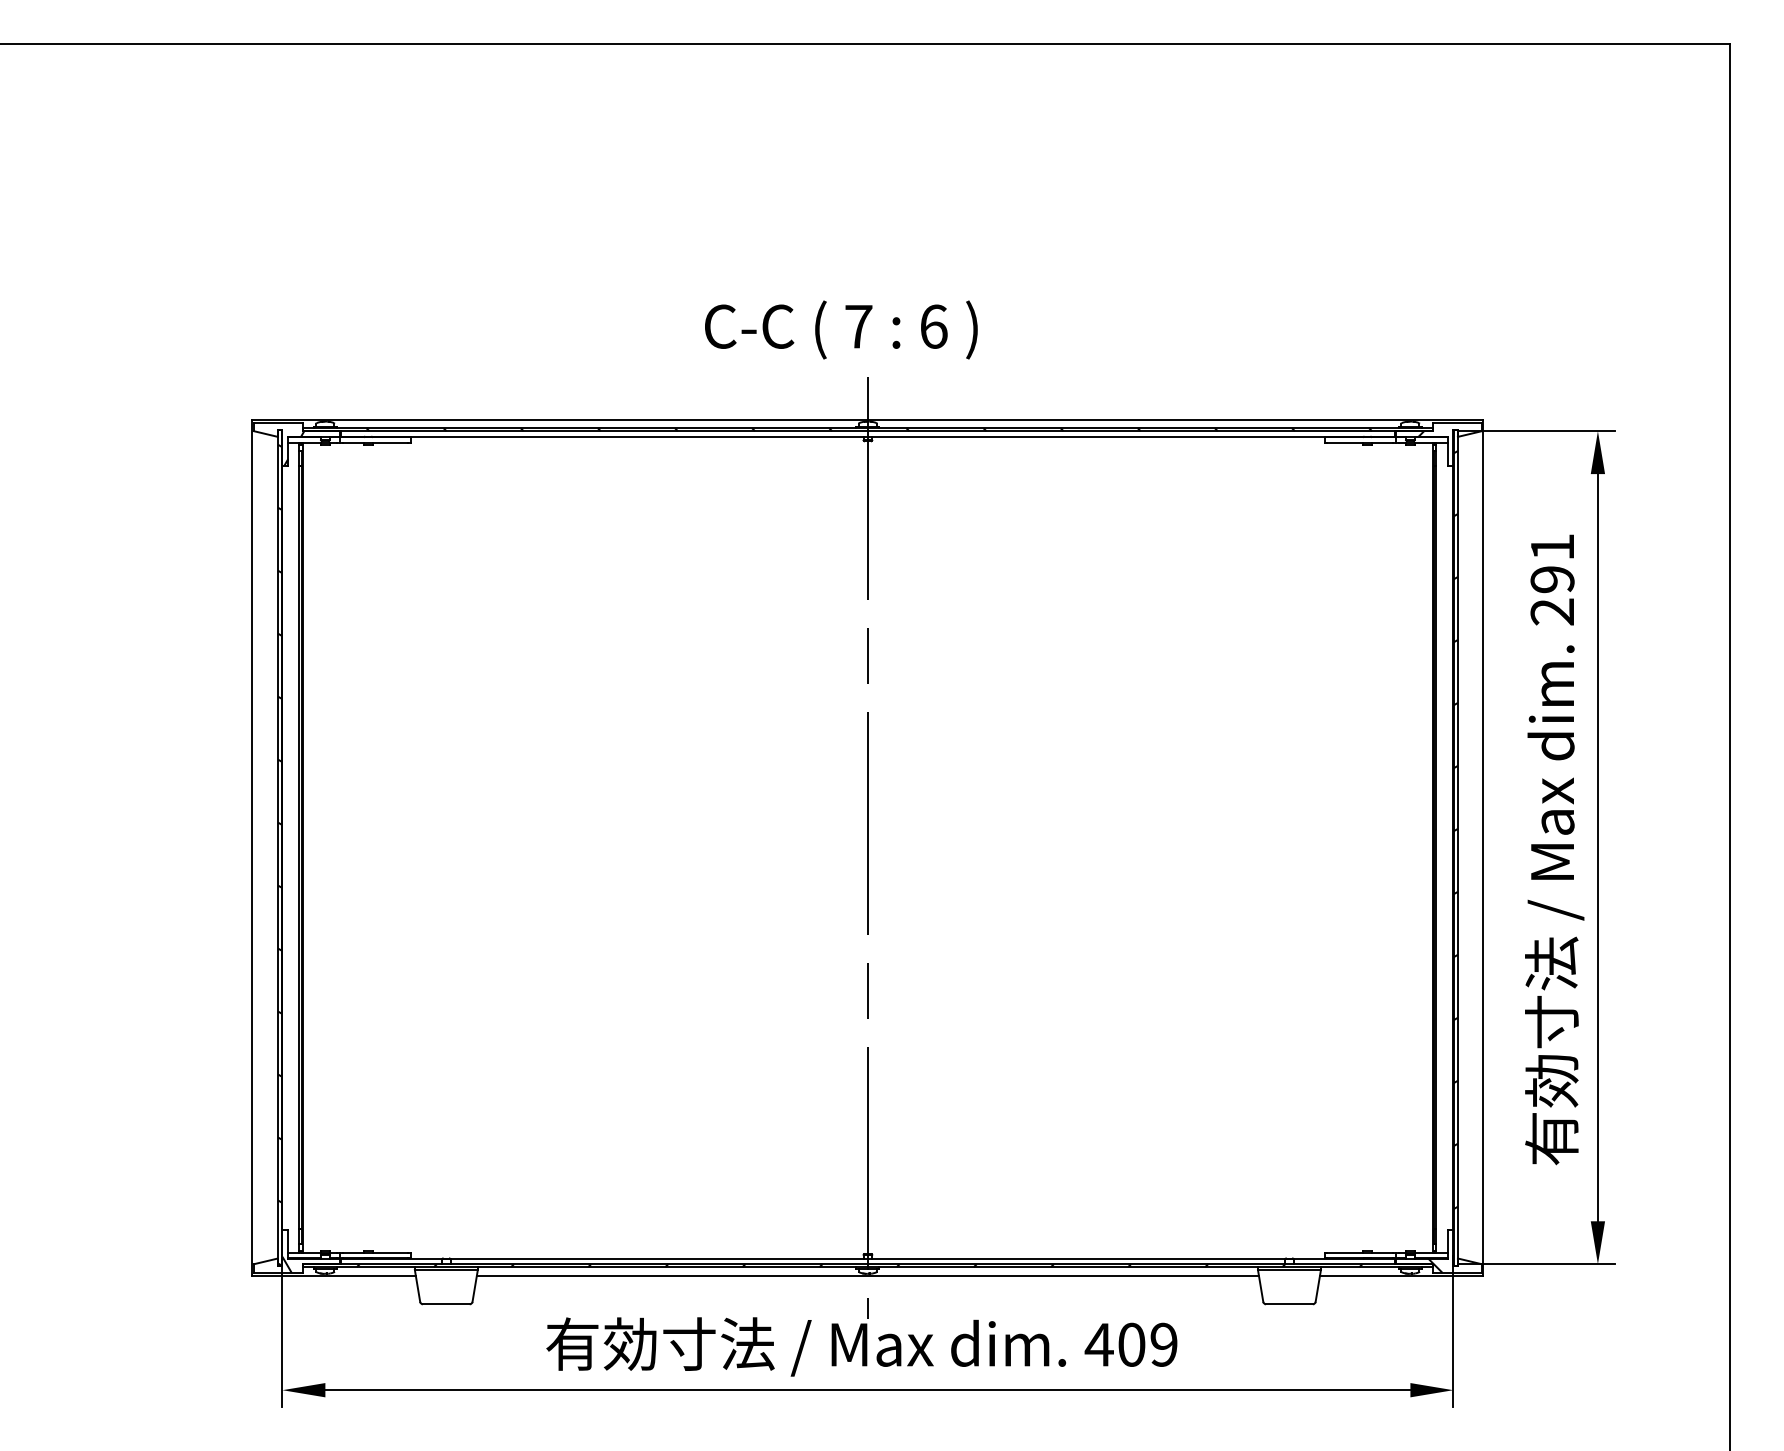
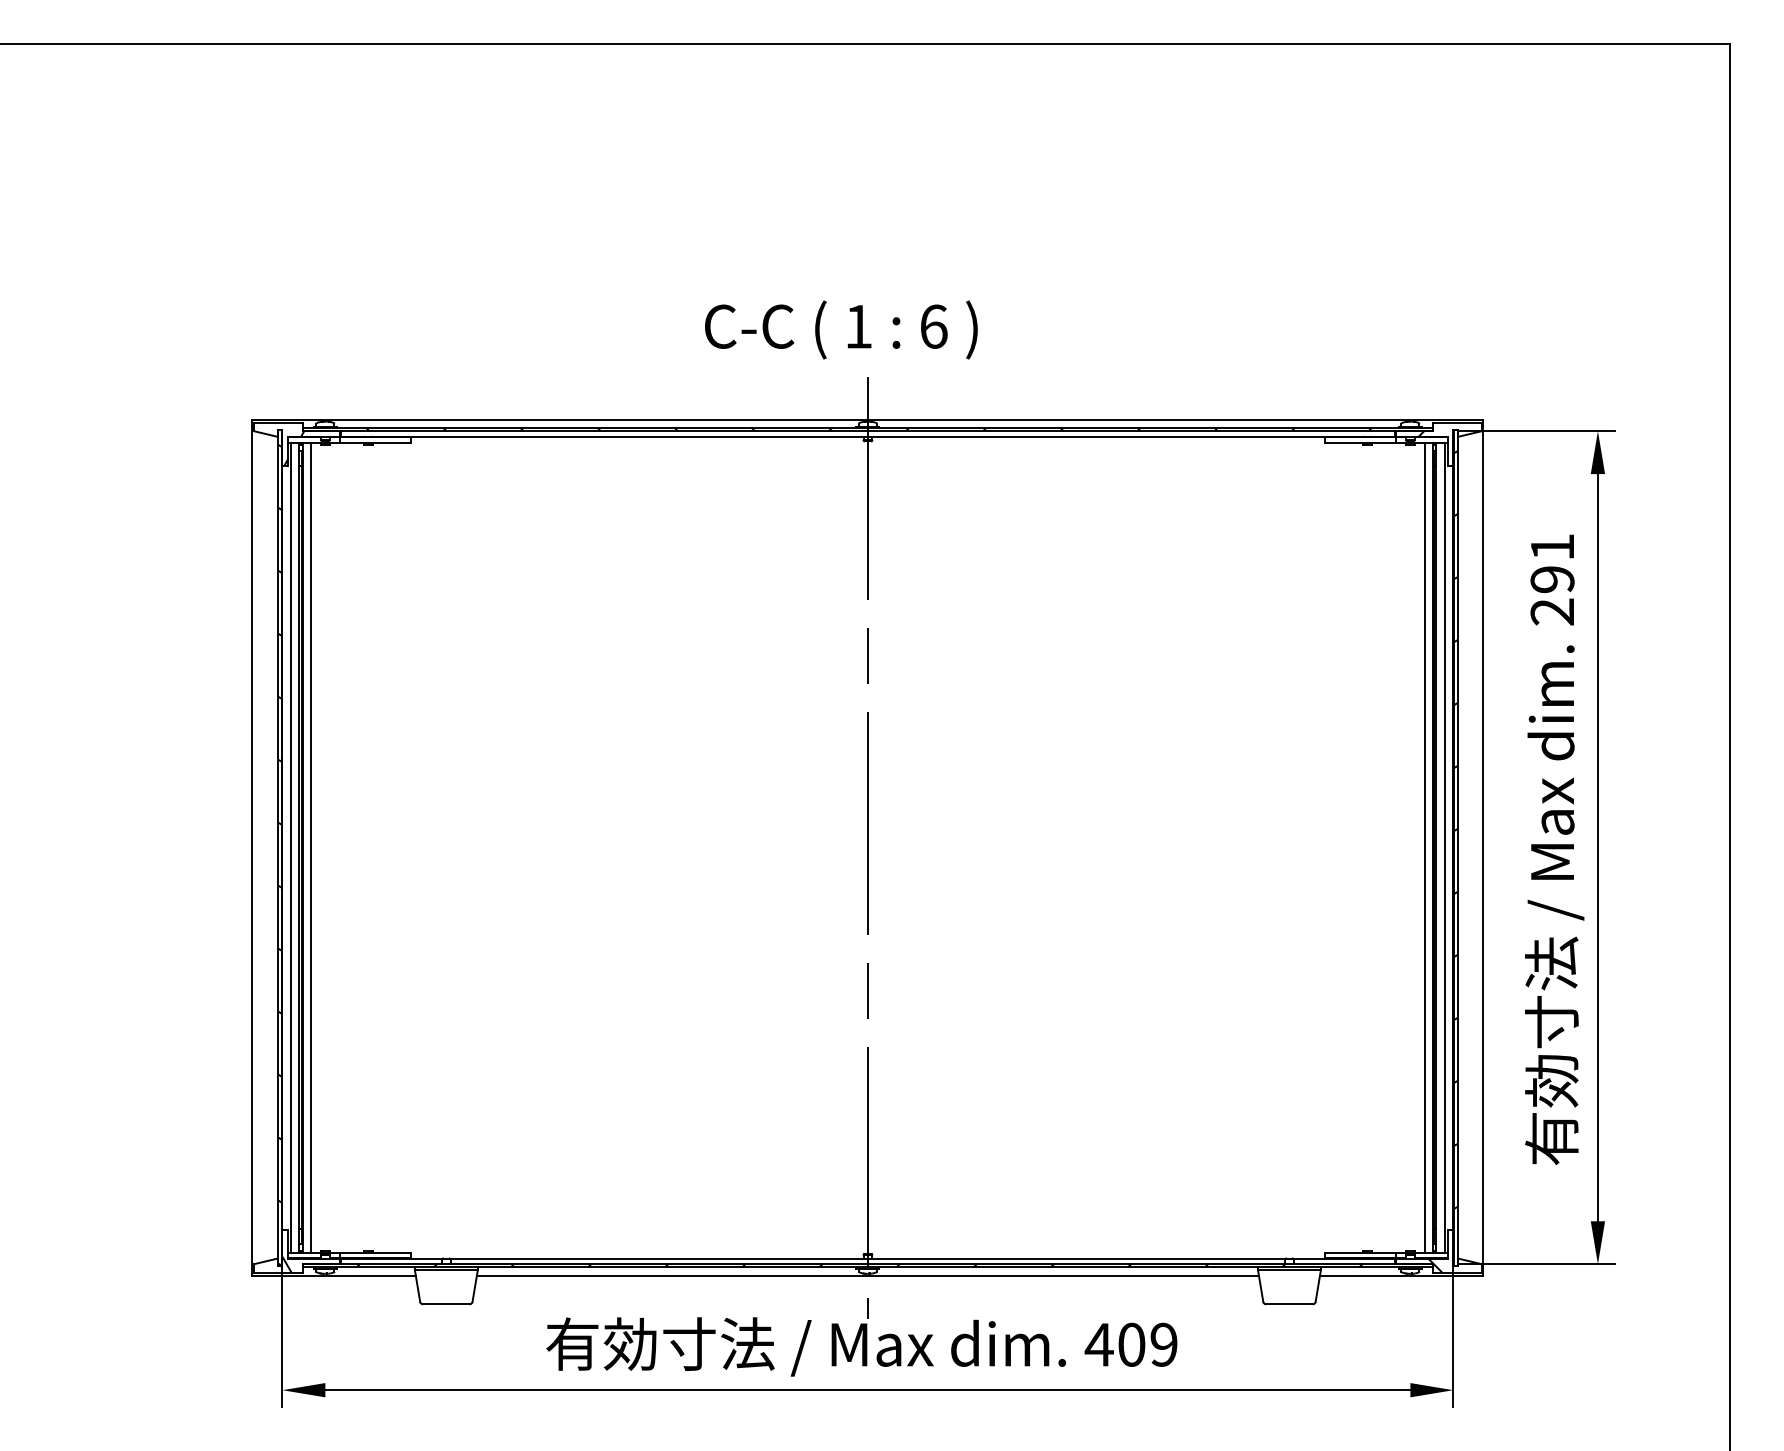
text at (858, 326): 7 -> 1
line at (291, 847): none -> present
line at (311, 847): none -> present
line at (1424, 847): none -> present
line at (1444, 847): none -> present
